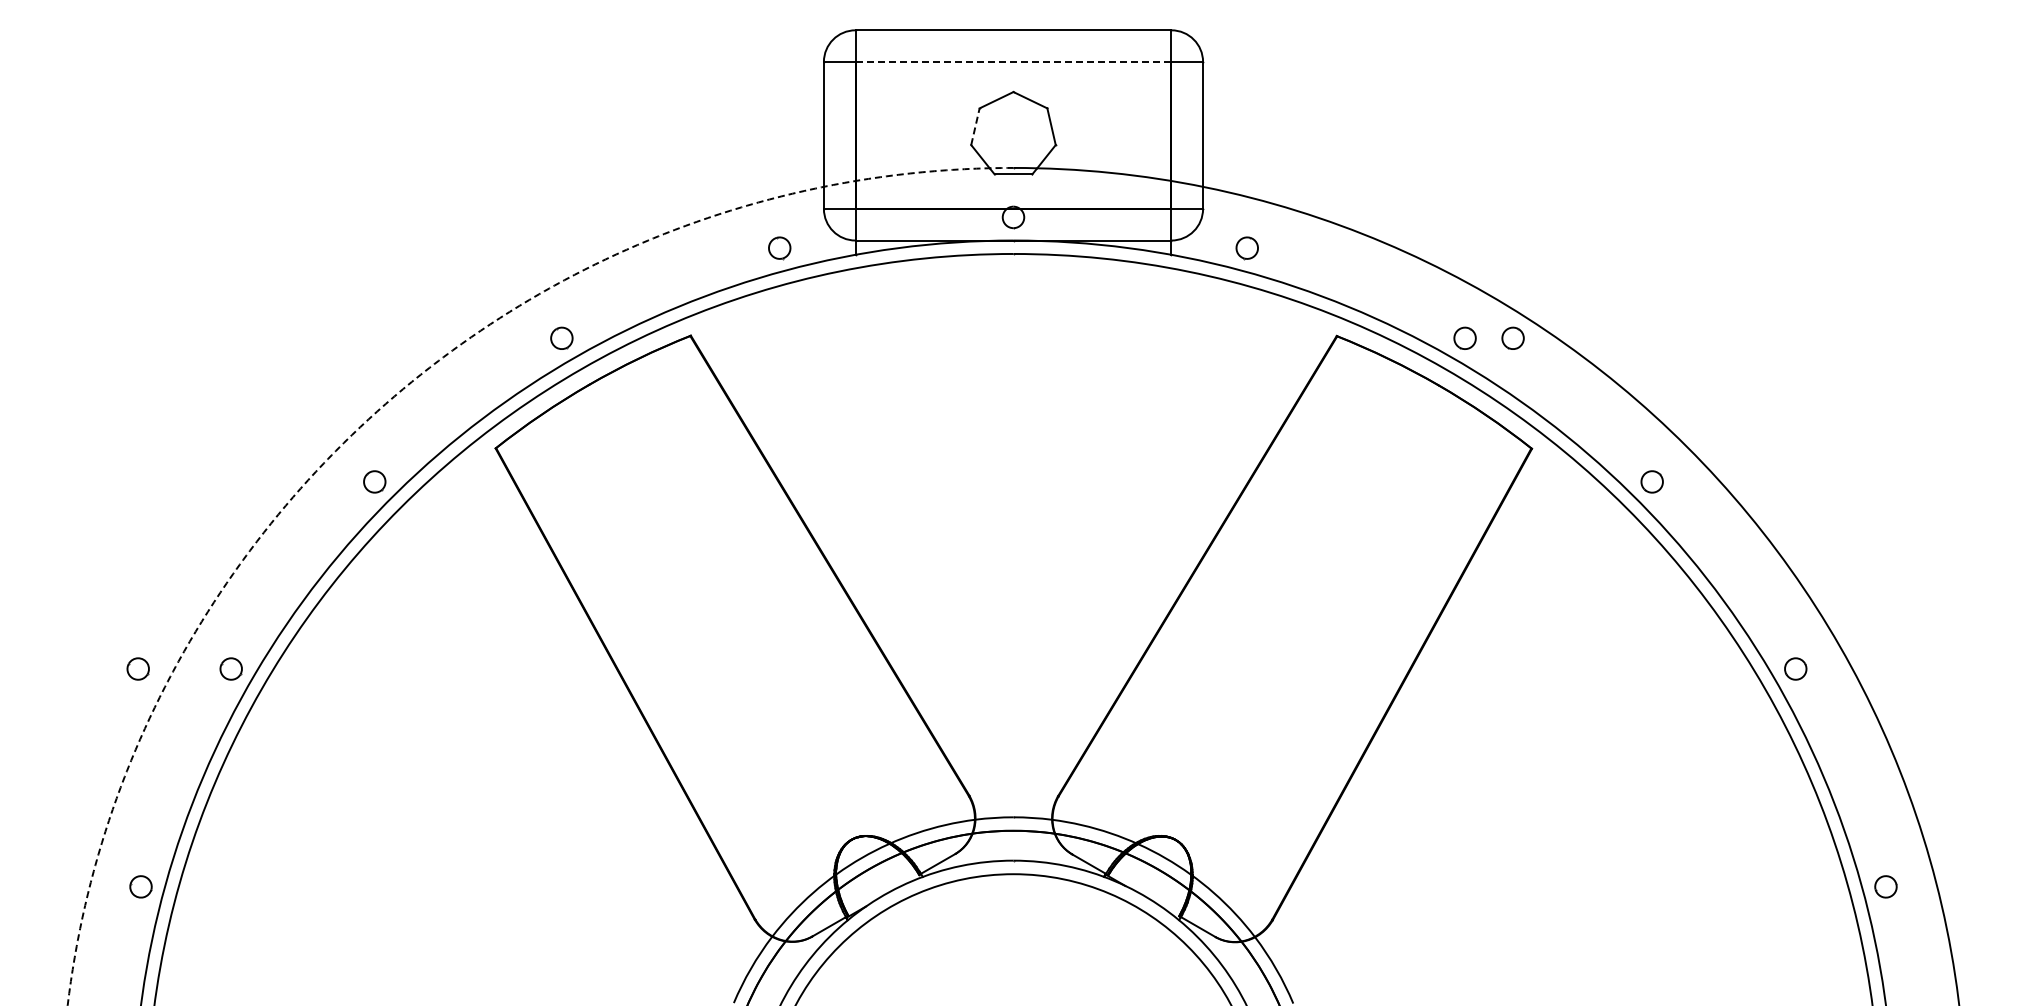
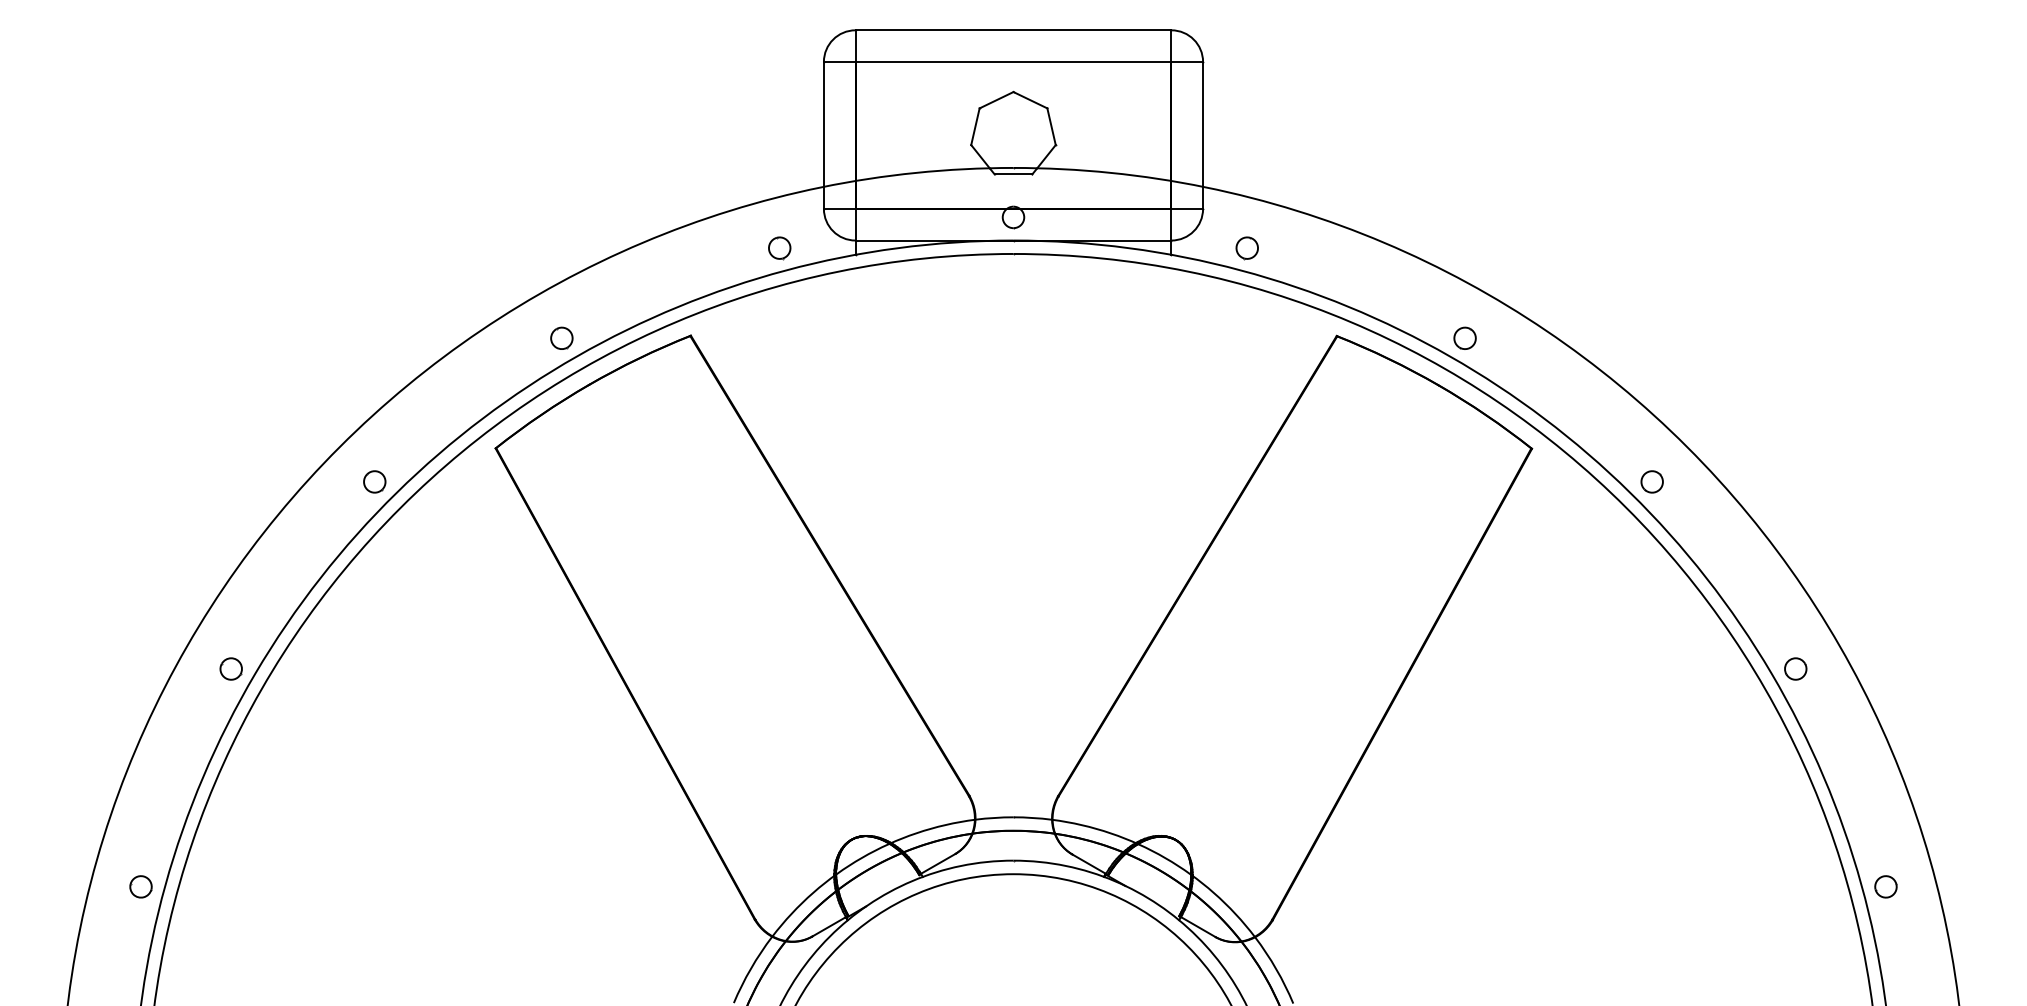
line at (1013, 61): dashed -> solid
line at (975, 126): dashed -> solid
part at (1512, 337): present -> none
arc at (383, 406): dashed -> solid
part at (137, 668): present -> none
